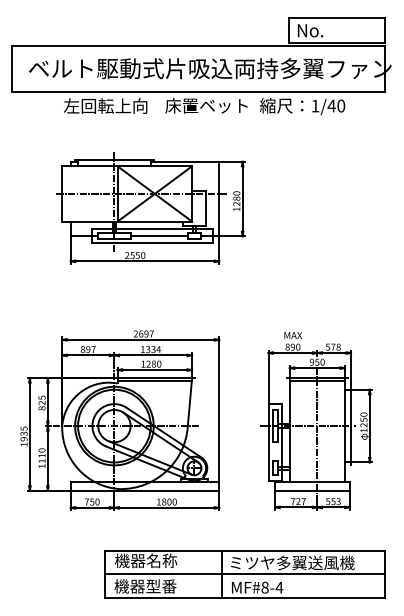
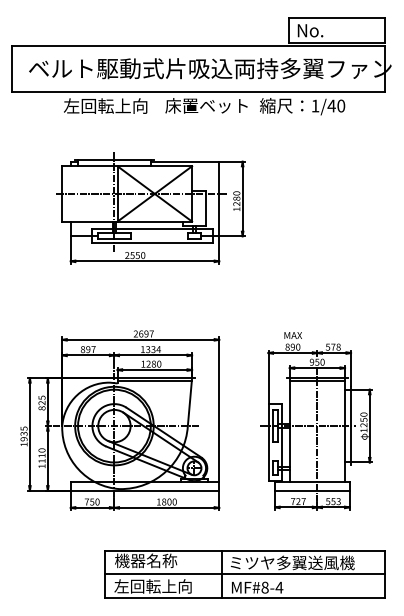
line at (158, 236): present -> none
text at (152, 586): 機器型番 -> 左回転上向
